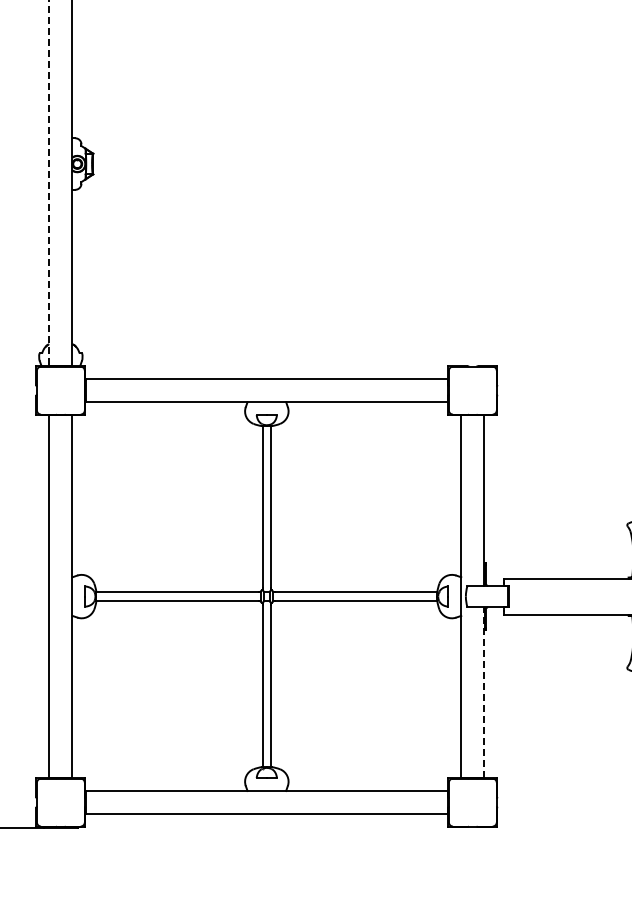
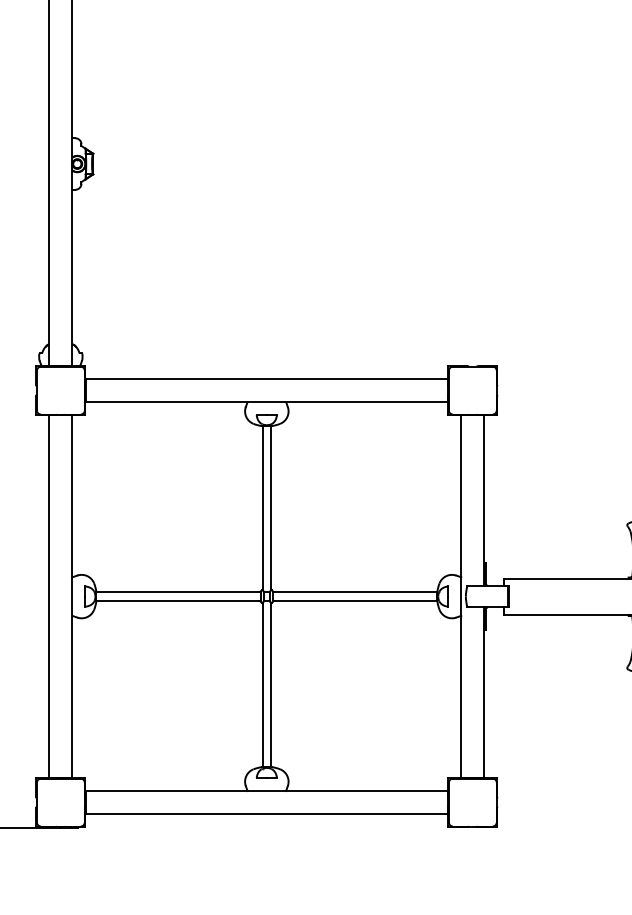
line at (49, 183): dashed -> solid
line at (484, 692): dashed -> solid
